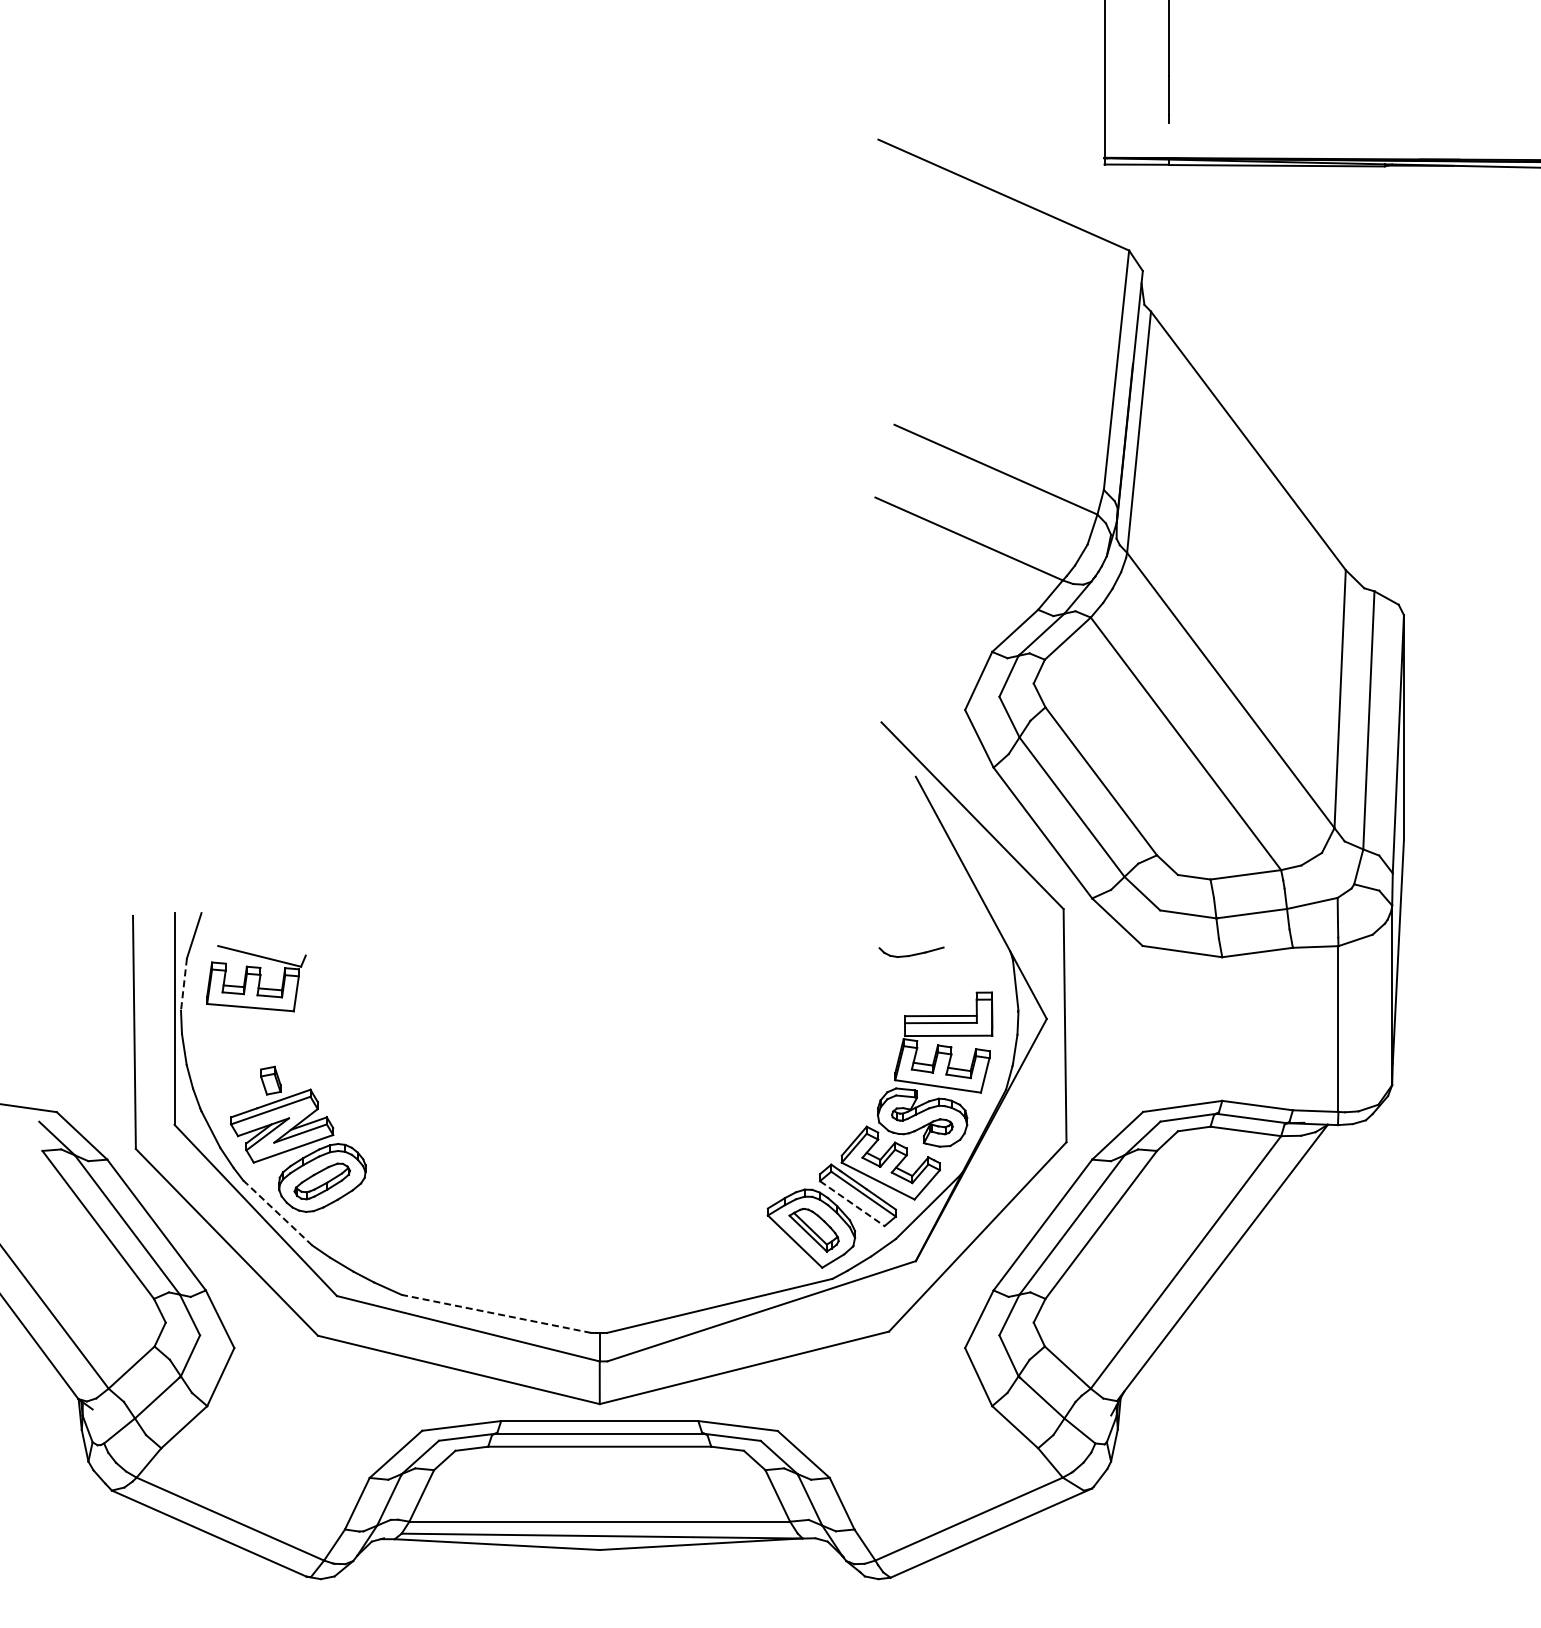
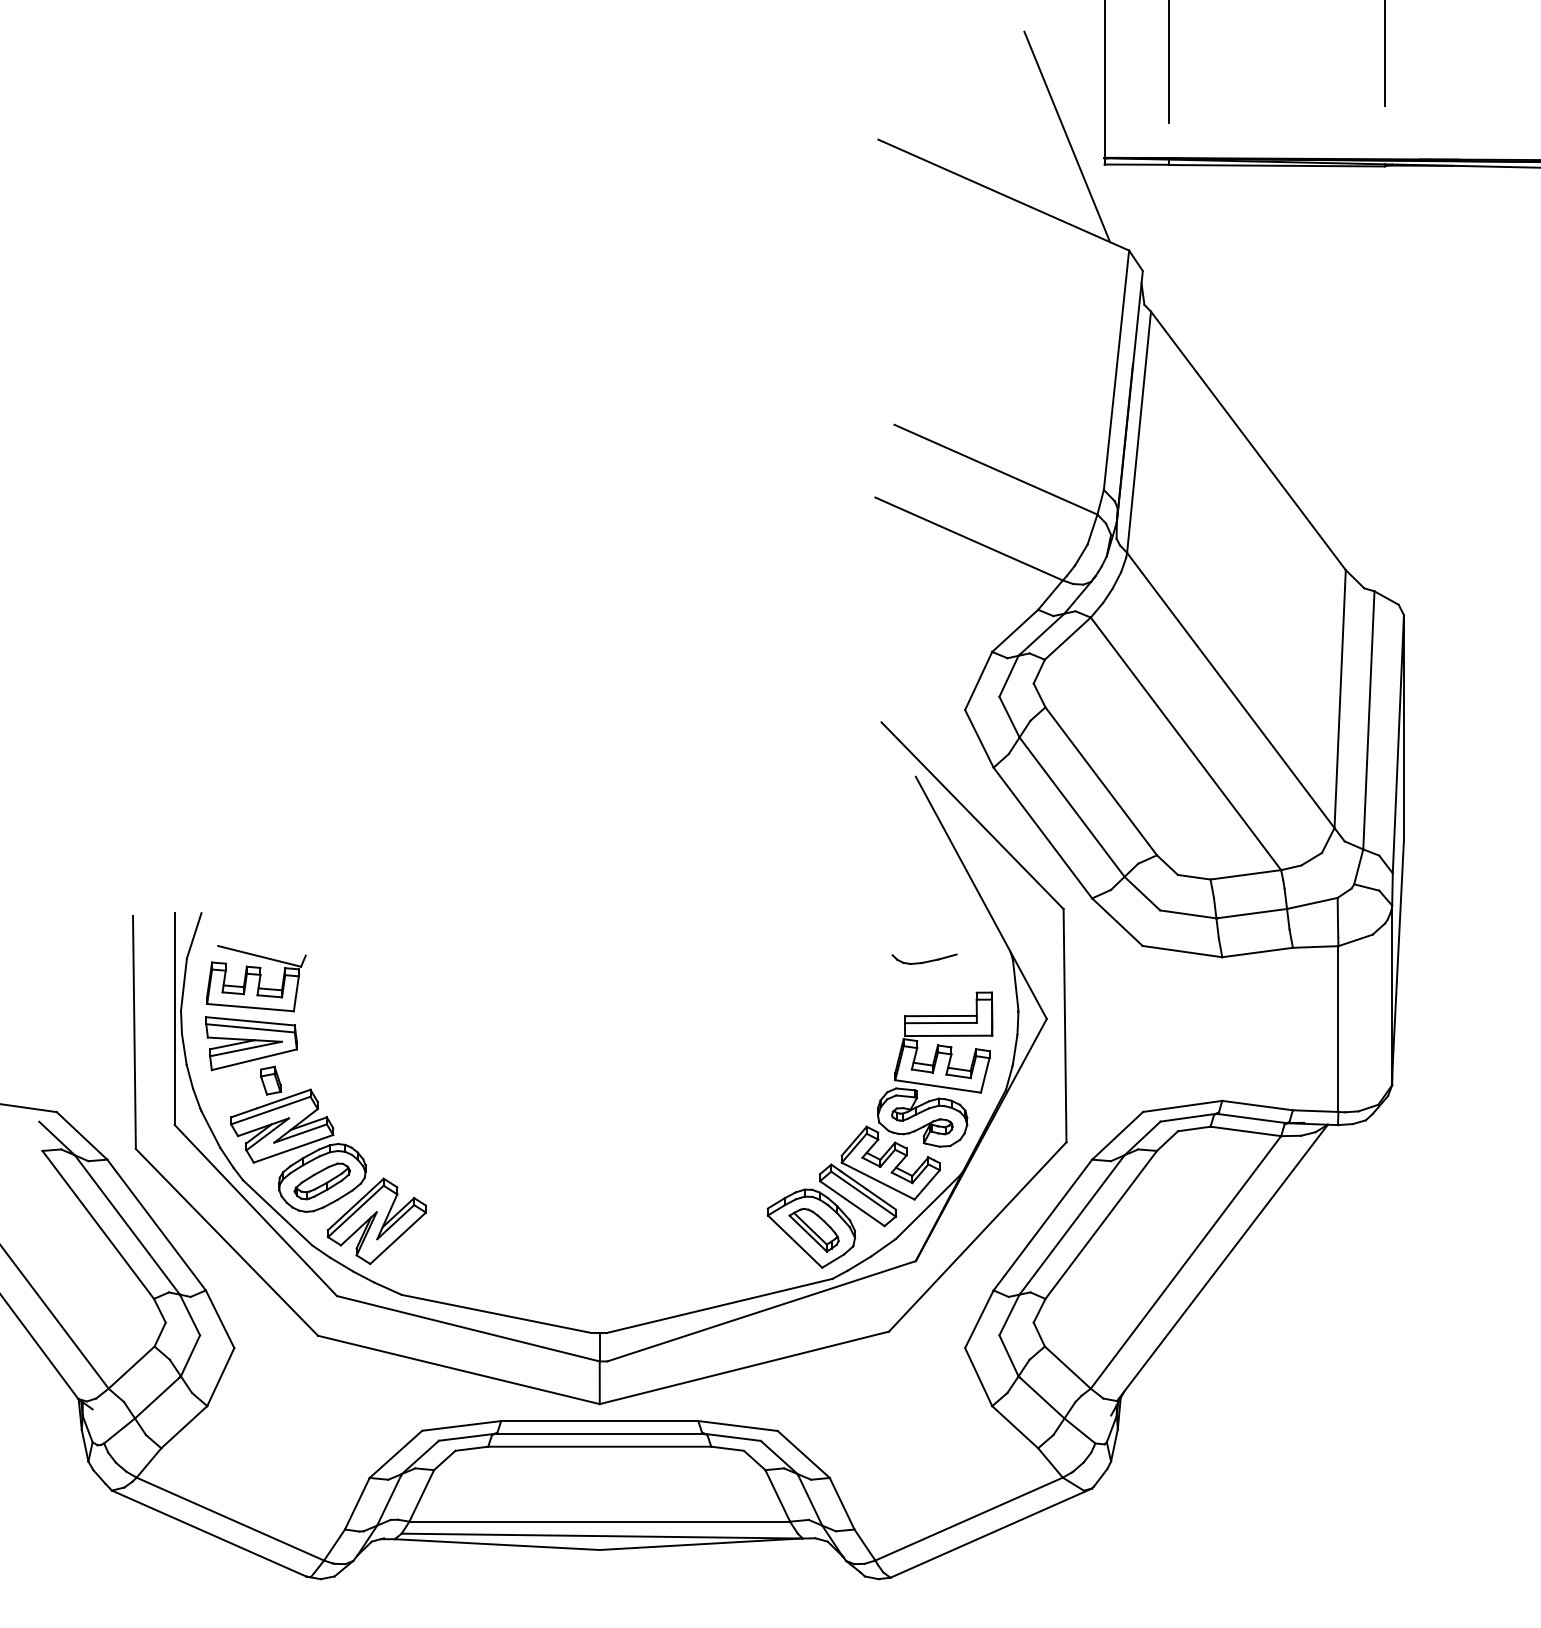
line at (1384, 54): none -> present
line at (1067, 136): none -> present
part at (911, 951) position: (911, 951) -> (924, 958)
line at (183, 985): dashed -> solid
part at (251, 1043): none -> present
line at (852, 1203): dashed -> solid
line at (277, 1212): dashed -> solid
part at (376, 1221): none -> present
line at (496, 1313): dashed -> solid
